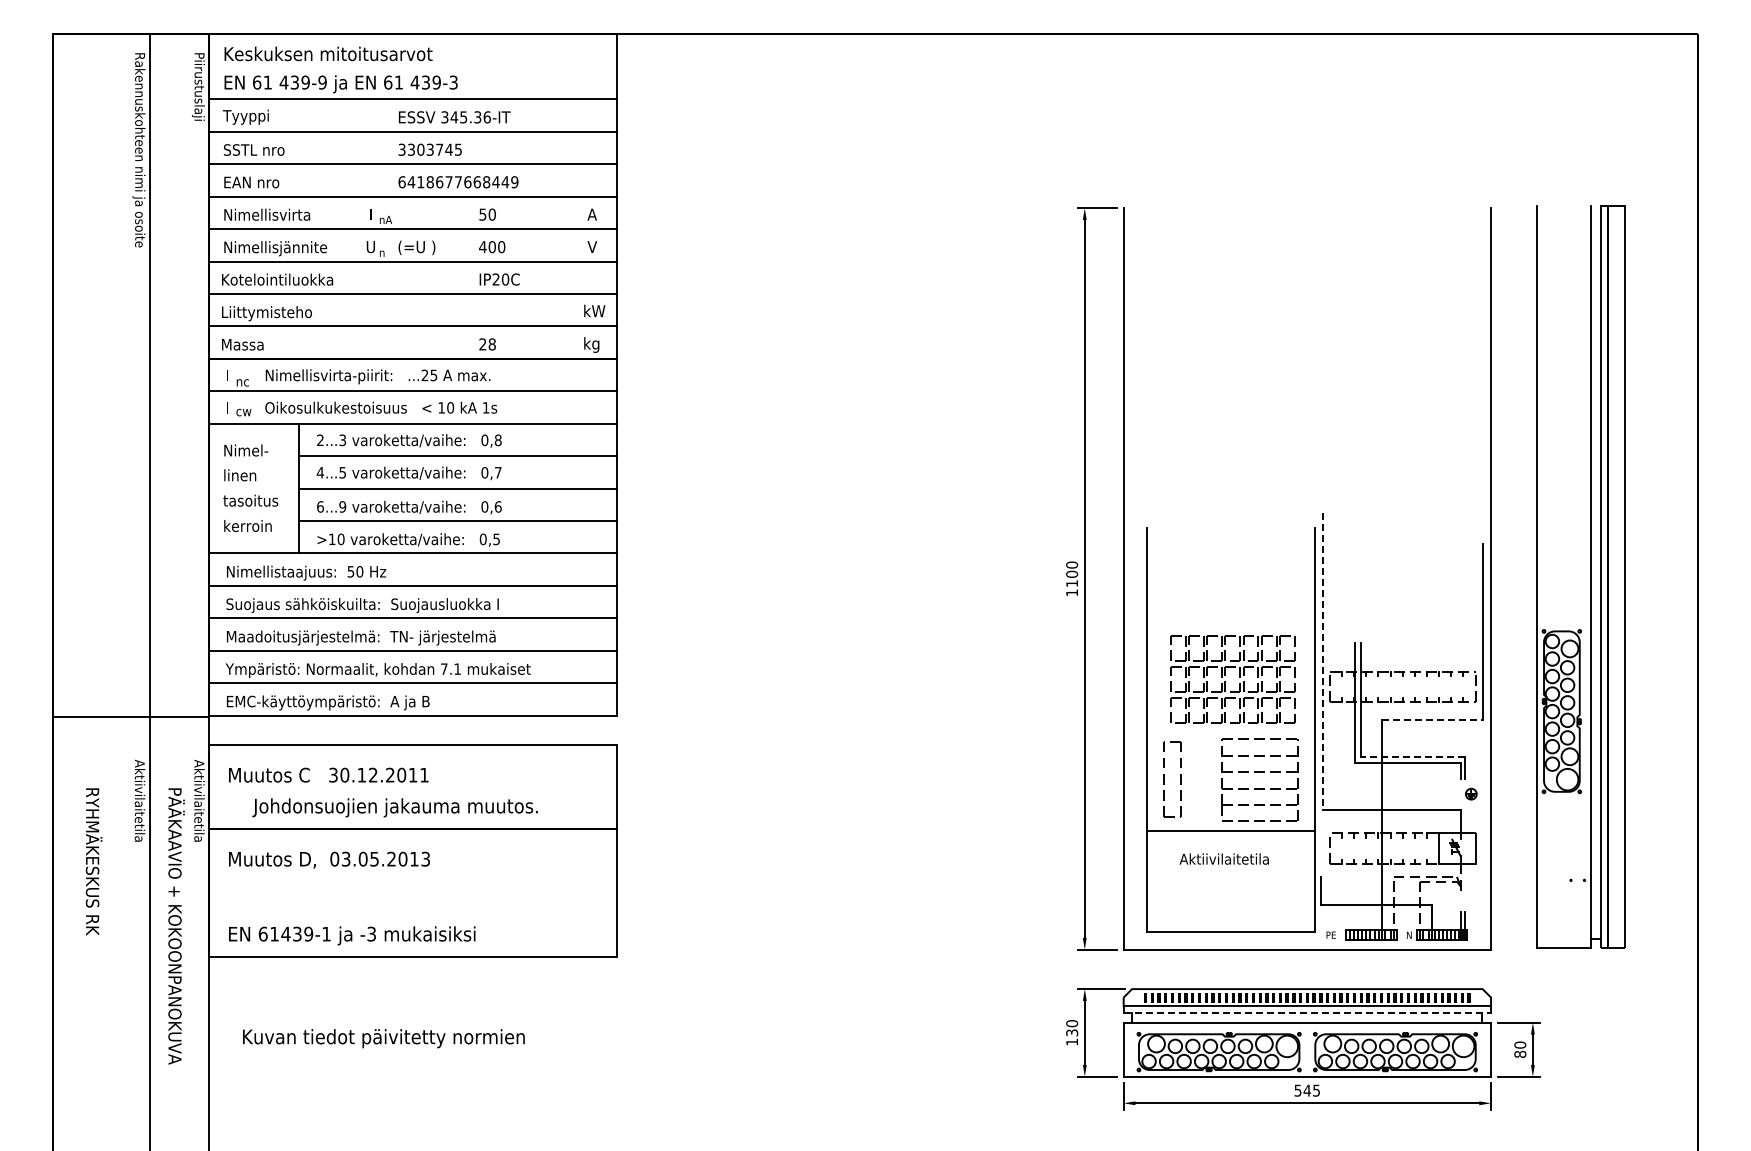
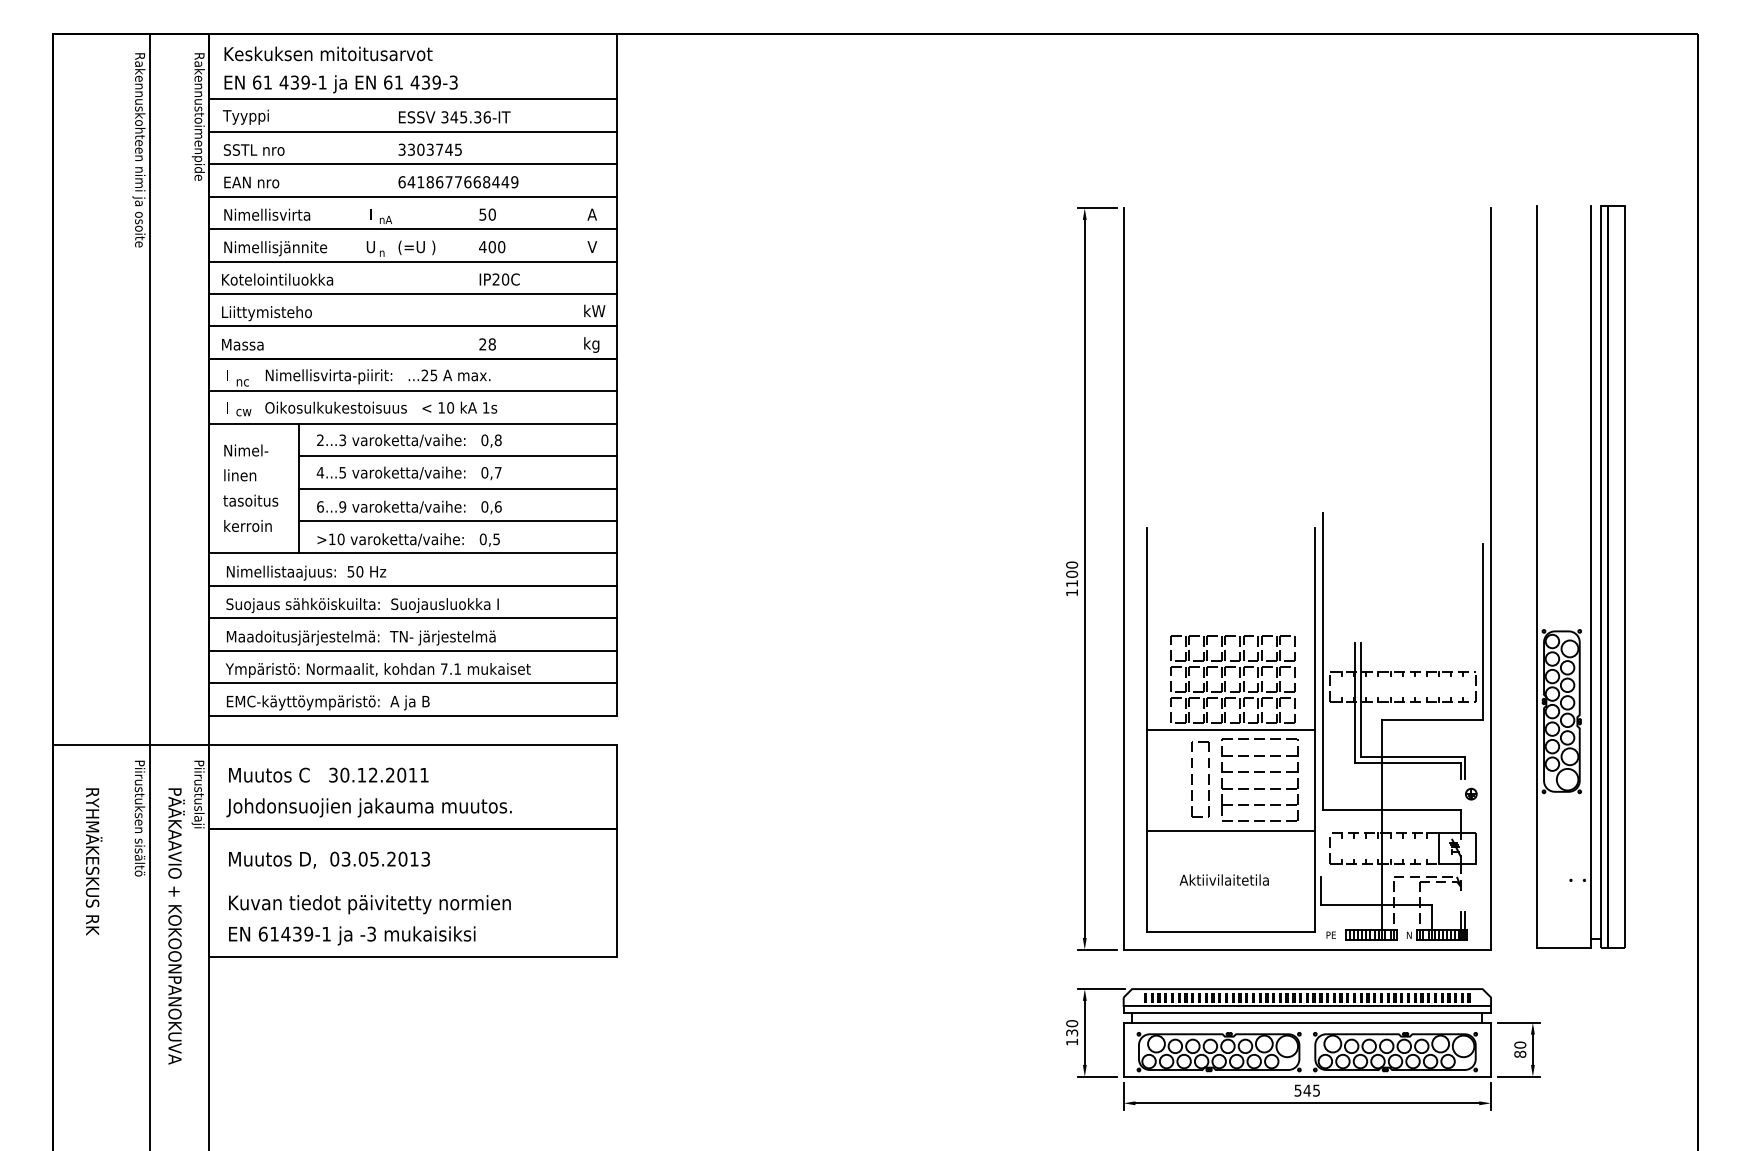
text at (322, 82): 439-9 -> 439-1
text at (197, 117): Piirustuslaji -> Rakennustoimenpide
line at (1323, 662): dashed -> solid
line at (130, 716) position: (130, 716) -> (130, 744)
line at (1432, 720): dashed -> solid
line at (1230, 729): none -> present
line at (1413, 756): dashed -> solid
part at (1164, 779) position: (1164, 779) -> (1192, 779)
text at (197, 800): Aktiivilaitetila -> Piirustuslaji
text at (394, 807) position: (394, 807) -> (368, 807)
text at (139, 817): Aktiivilaitetila -> Piirustuksen sisältö^J
text at (1223, 858) position: (1223, 858) -> (1223, 879)
line at (1307, 1012): dashed -> solid
text at (383, 1038) position: (383, 1038) -> (369, 904)
